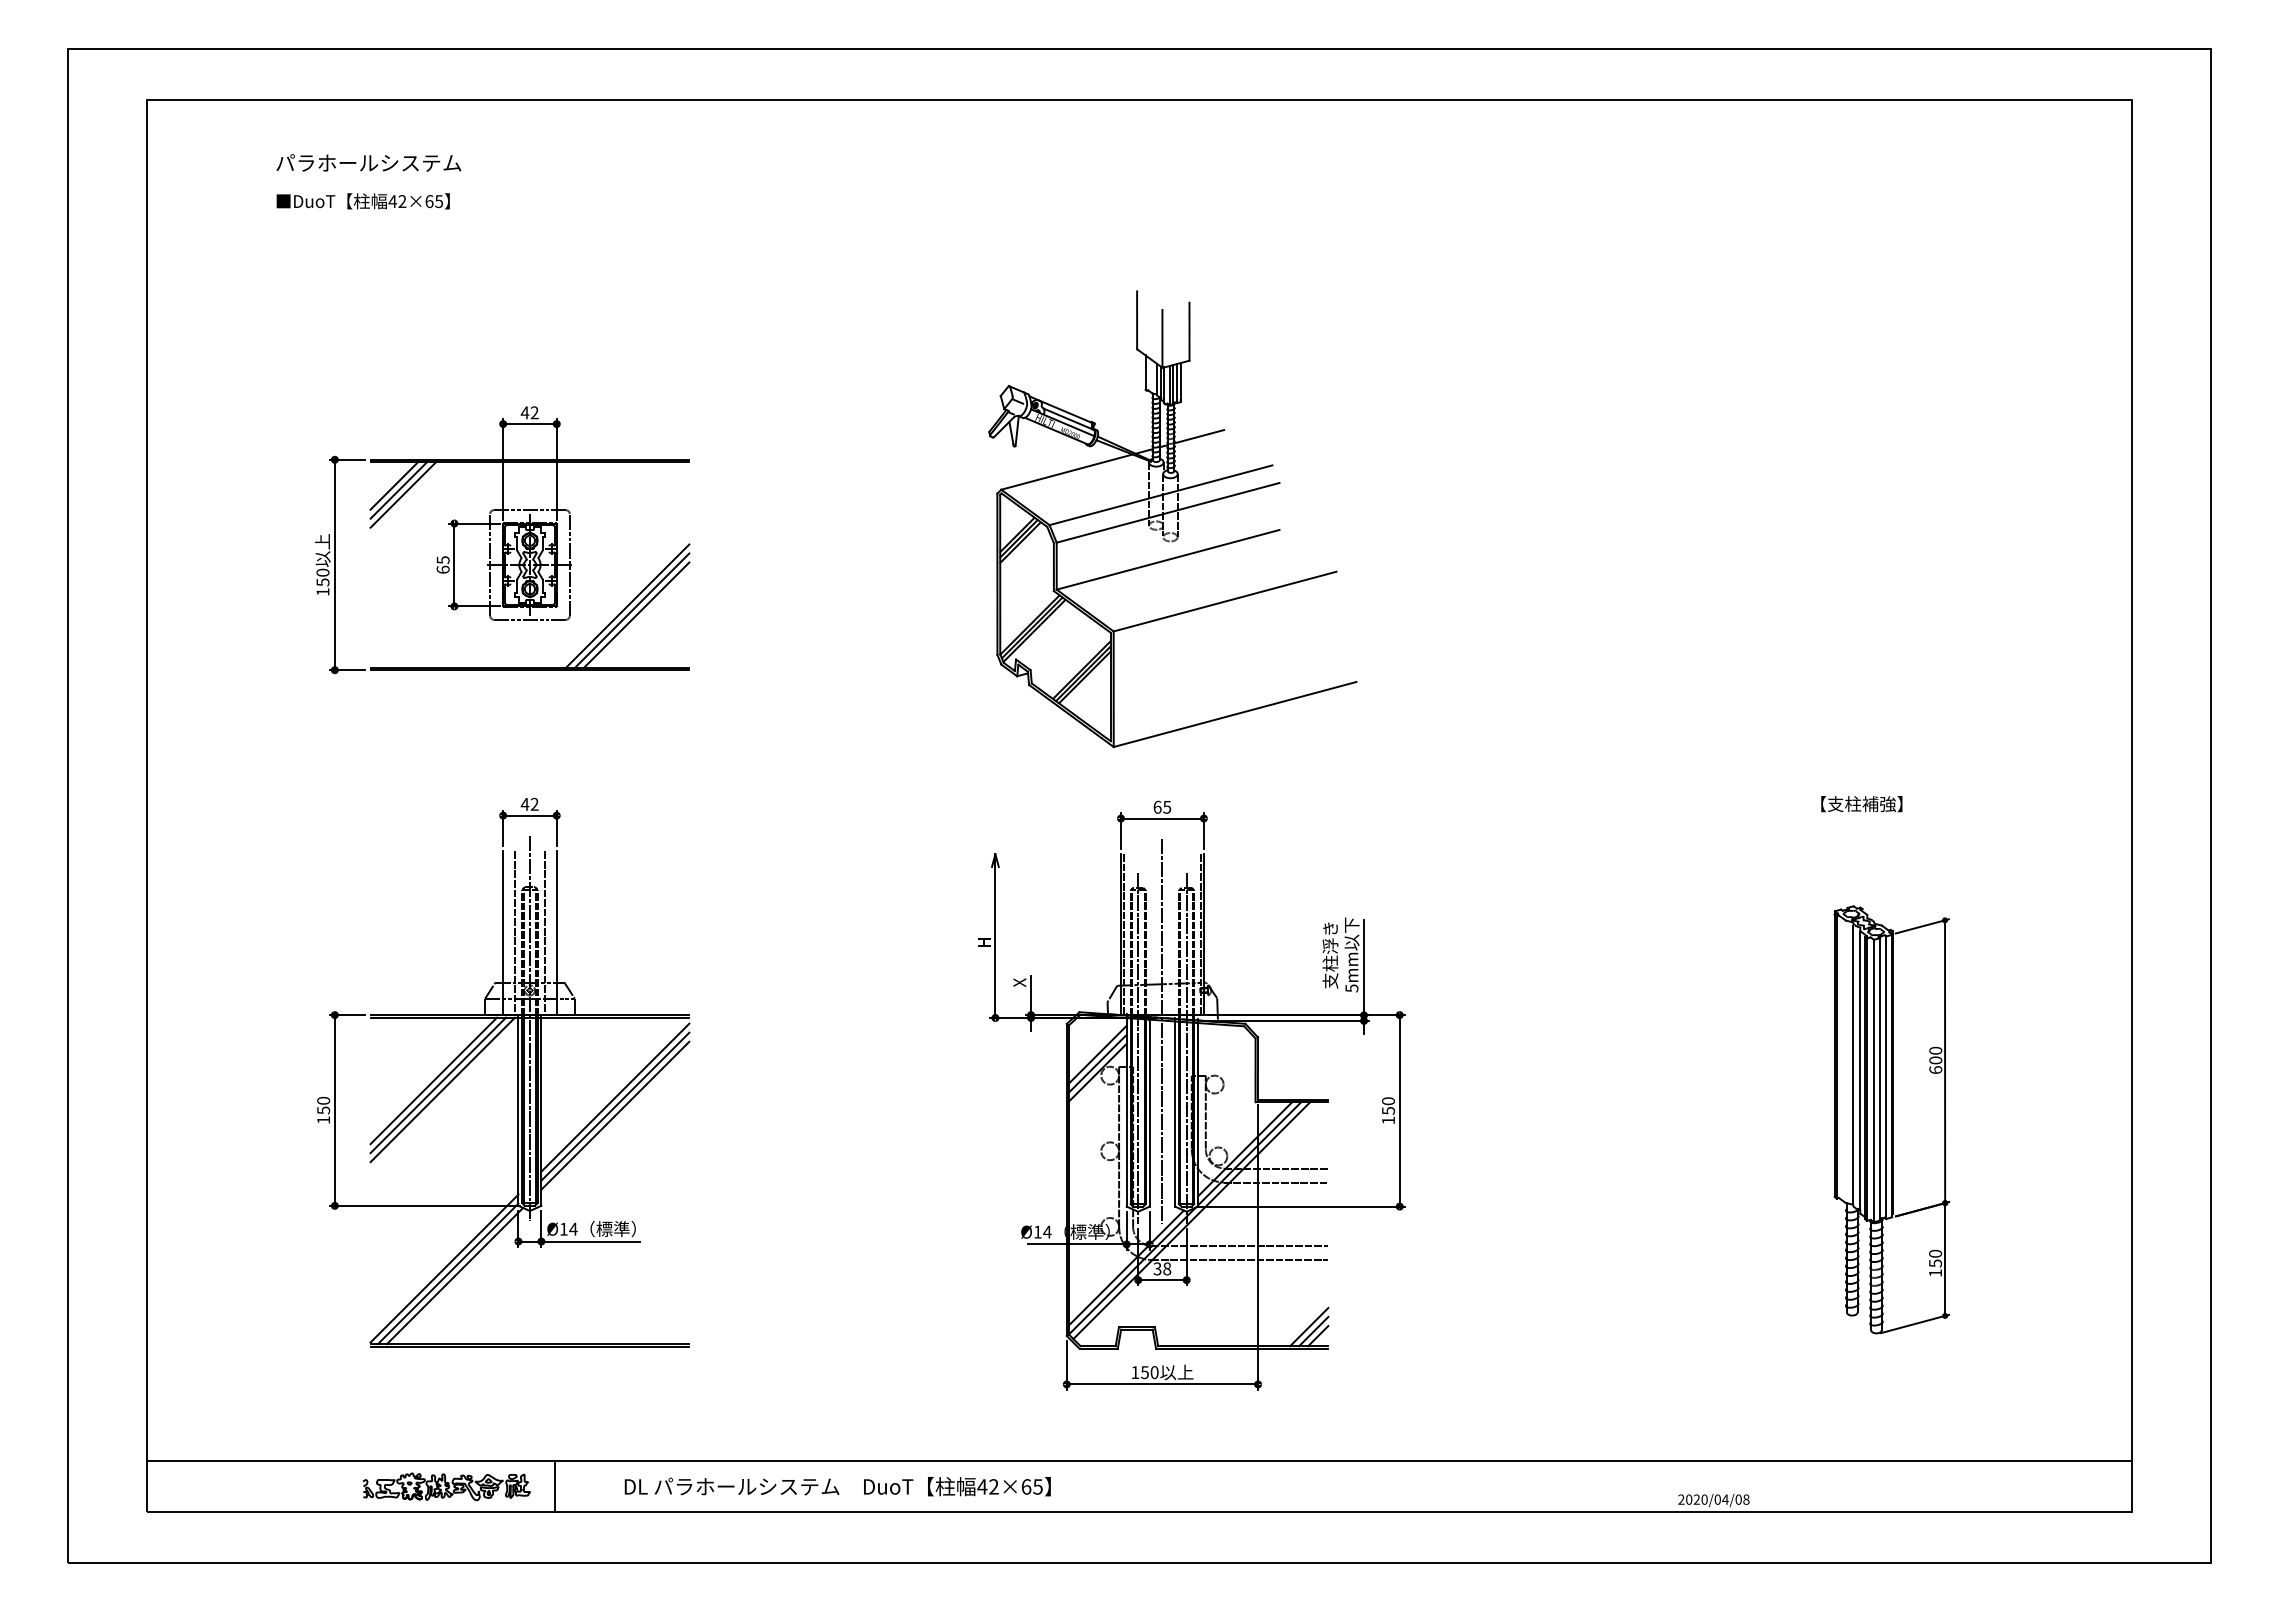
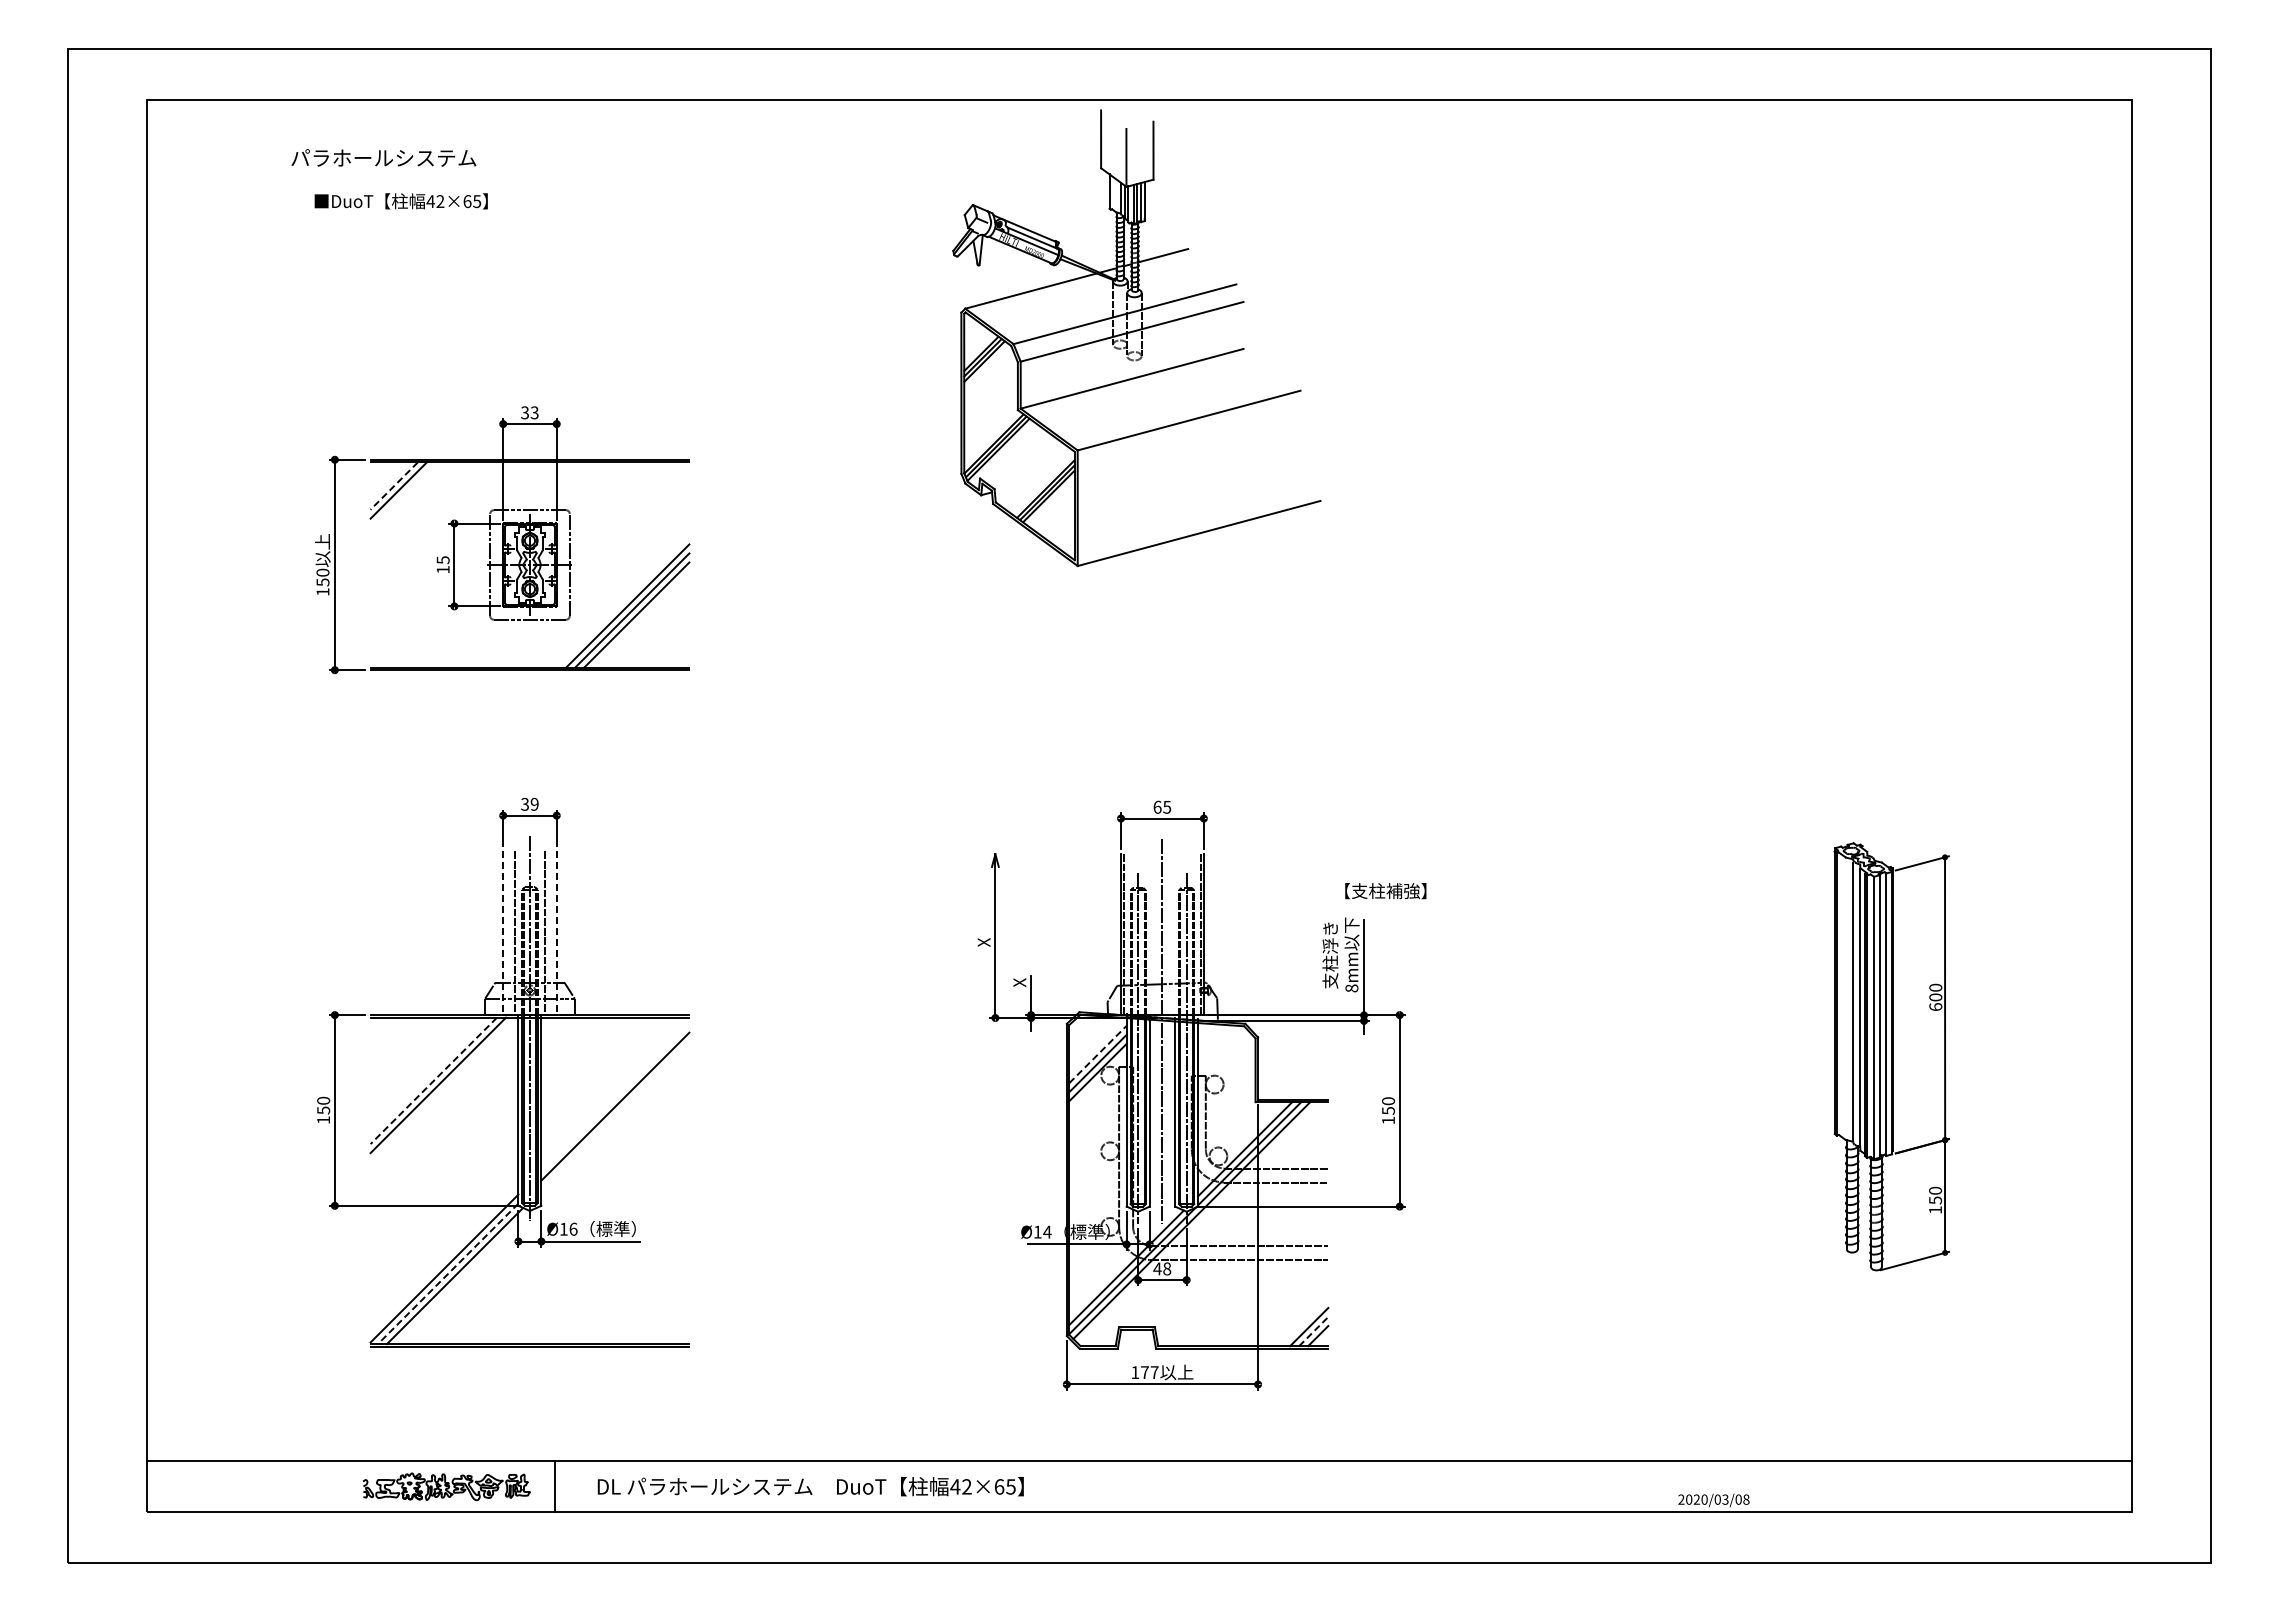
text at (368, 162) position: (368, 162) -> (383, 157)
text at (362, 201) position: (362, 201) -> (400, 201)
text at (529, 412): 42 -> 33
line at (393, 486): solid -> dashed
line at (402, 494): present -> none
part at (1172, 519) position: (1172, 519) -> (1136, 338)
text at (442, 569): 65 -> 15
text at (529, 803): 42 -> 39
text at (1861, 804) position: (1861, 804) -> (1385, 891)
line at (503, 933): solid -> dashed
line at (556, 933): solid -> dashed
text at (983, 942): H -> X
text at (1351, 988): 5mm -> 8mm
line at (1098, 1054): solid -> dashed
line at (433, 1081): solid -> dashed
line at (442, 1089): present -> none
line at (615, 1097): present -> none
line at (615, 1115): present -> none
part at (1891, 1119) position: (1891, 1119) -> (1891, 1056)
text at (573, 1228): Ø14 -> Ø16
text at (1157, 1268): 38 -> 48
line at (447, 1274): solid -> dashed
line at (1313, 1331): solid -> dashed
text at (1149, 1372): 150 -> 177
text at (837, 1486) position: (837, 1486) -> (810, 1486)
text at (1725, 1499): 2020/04/08 -> 2020/03/08
